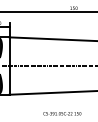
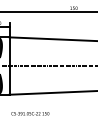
text at (62, 113) position: (62, 113) -> (30, 113)
